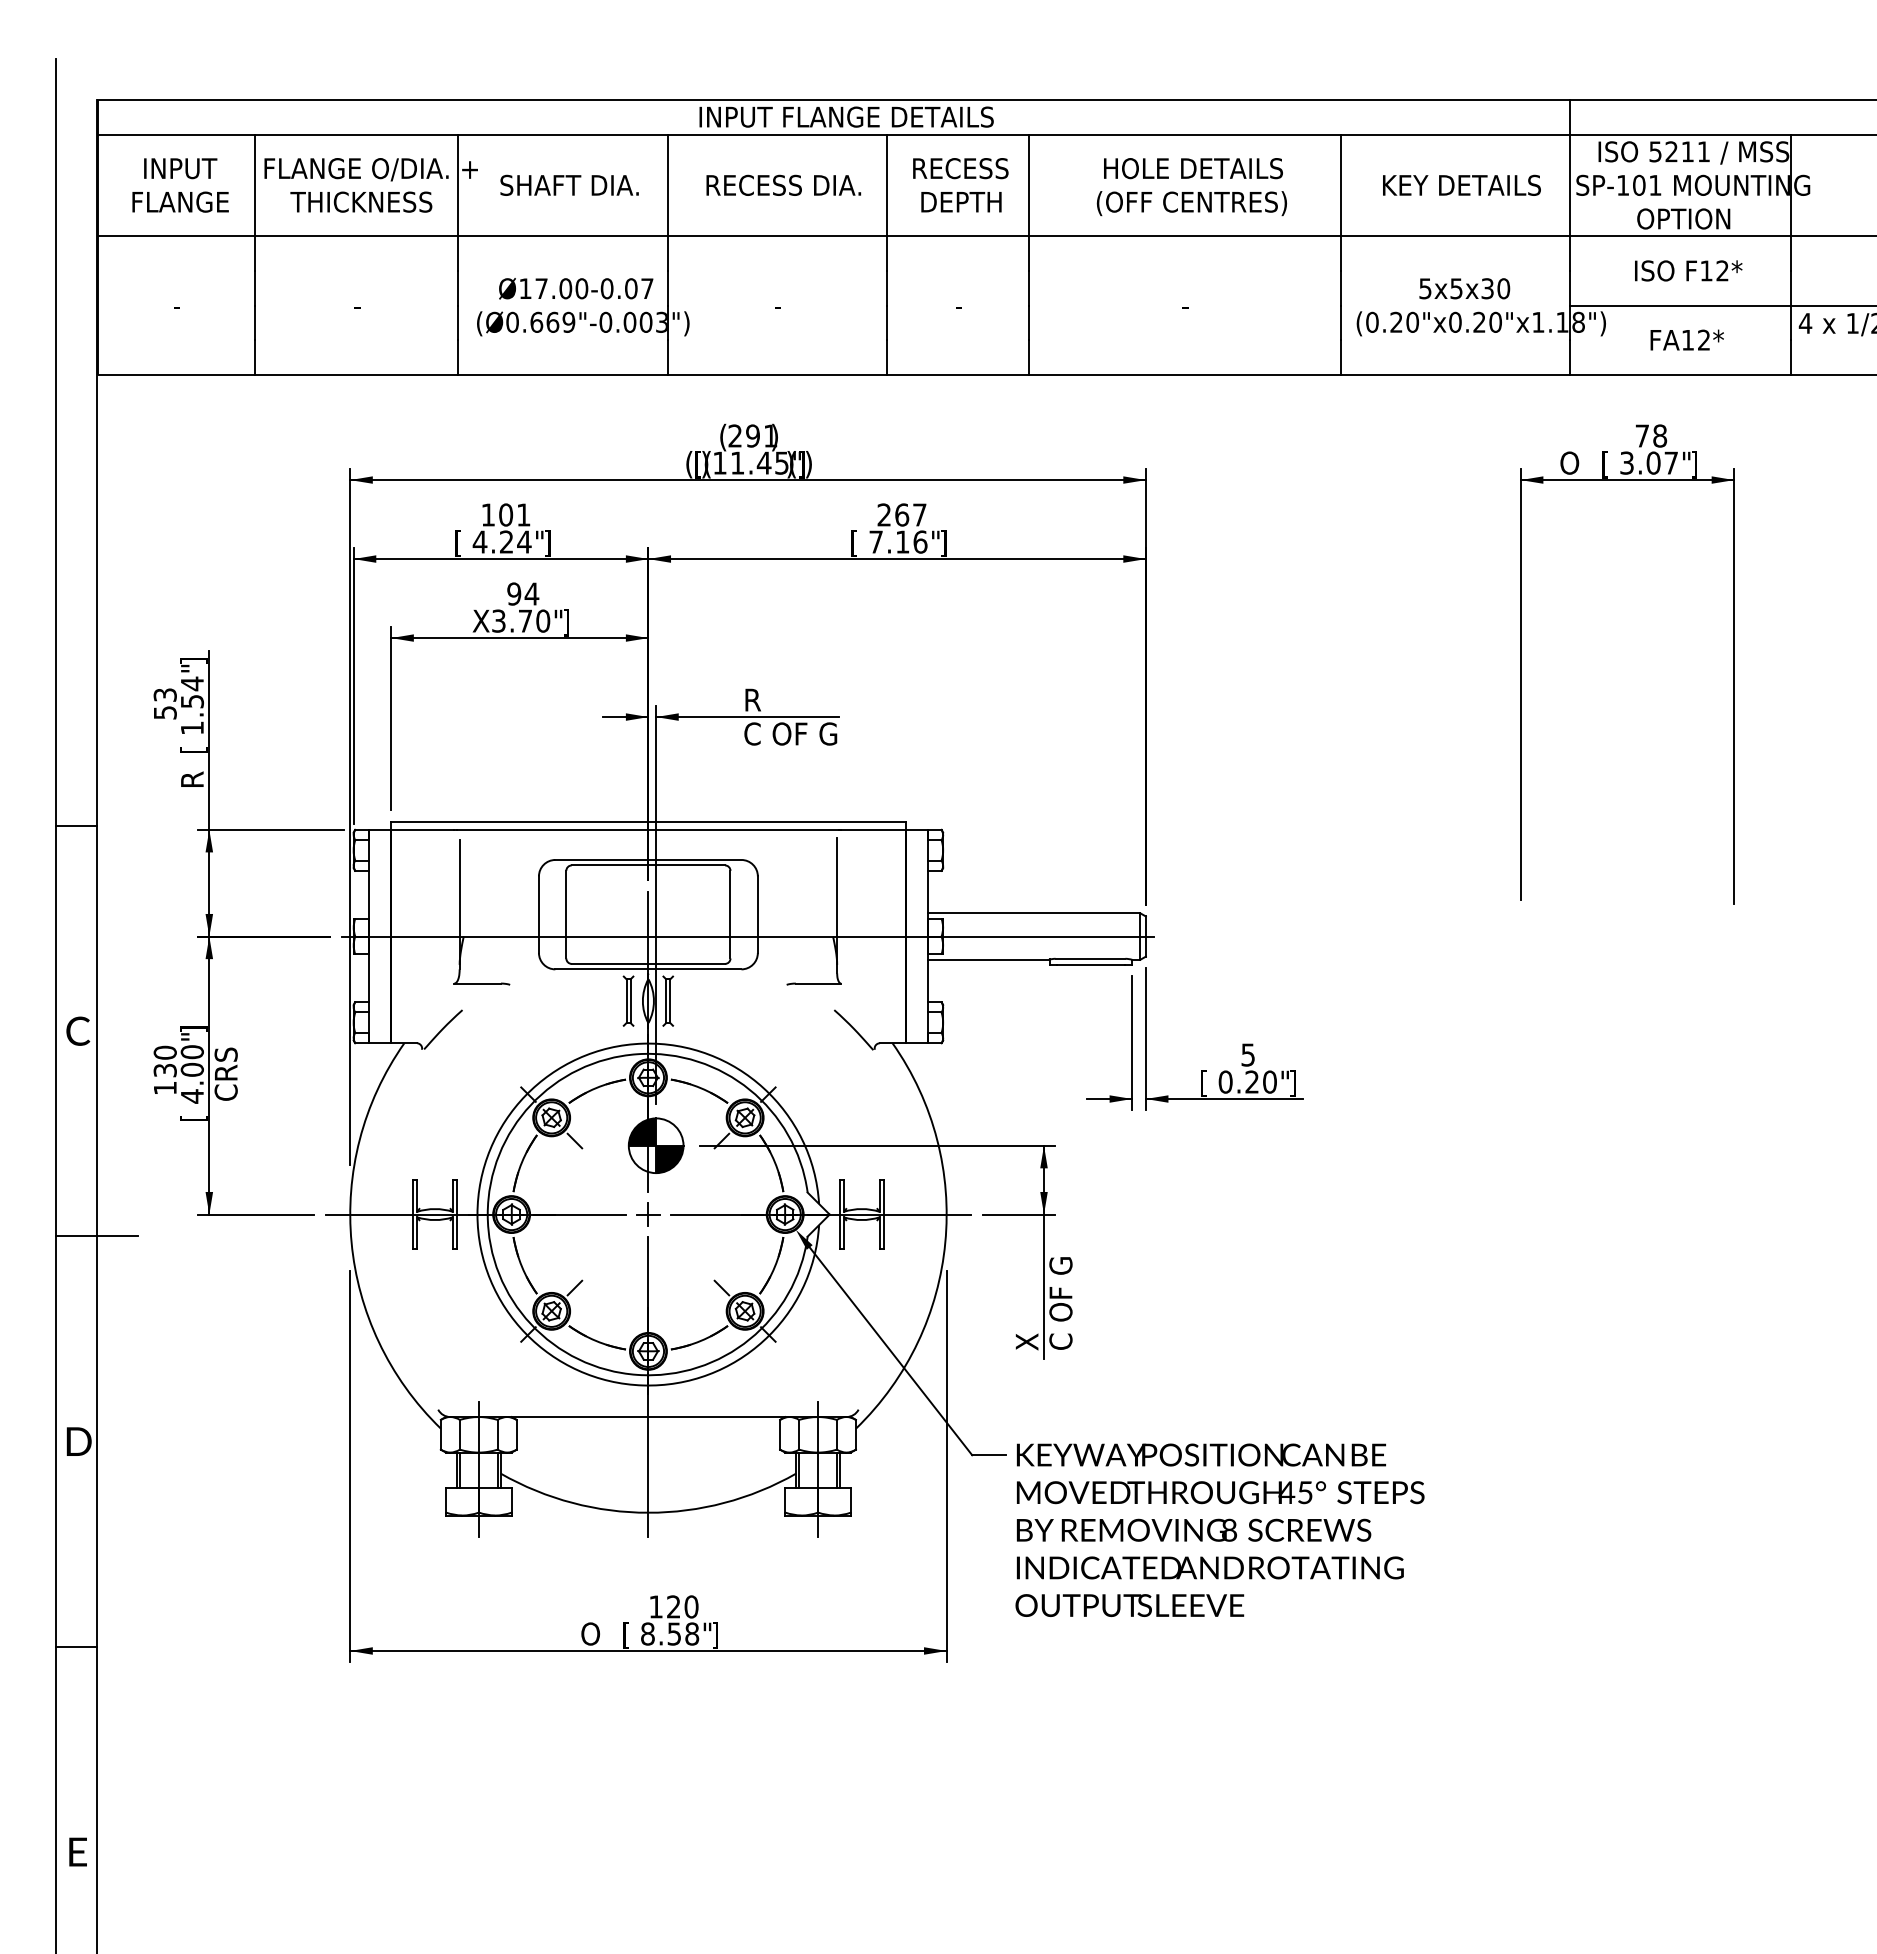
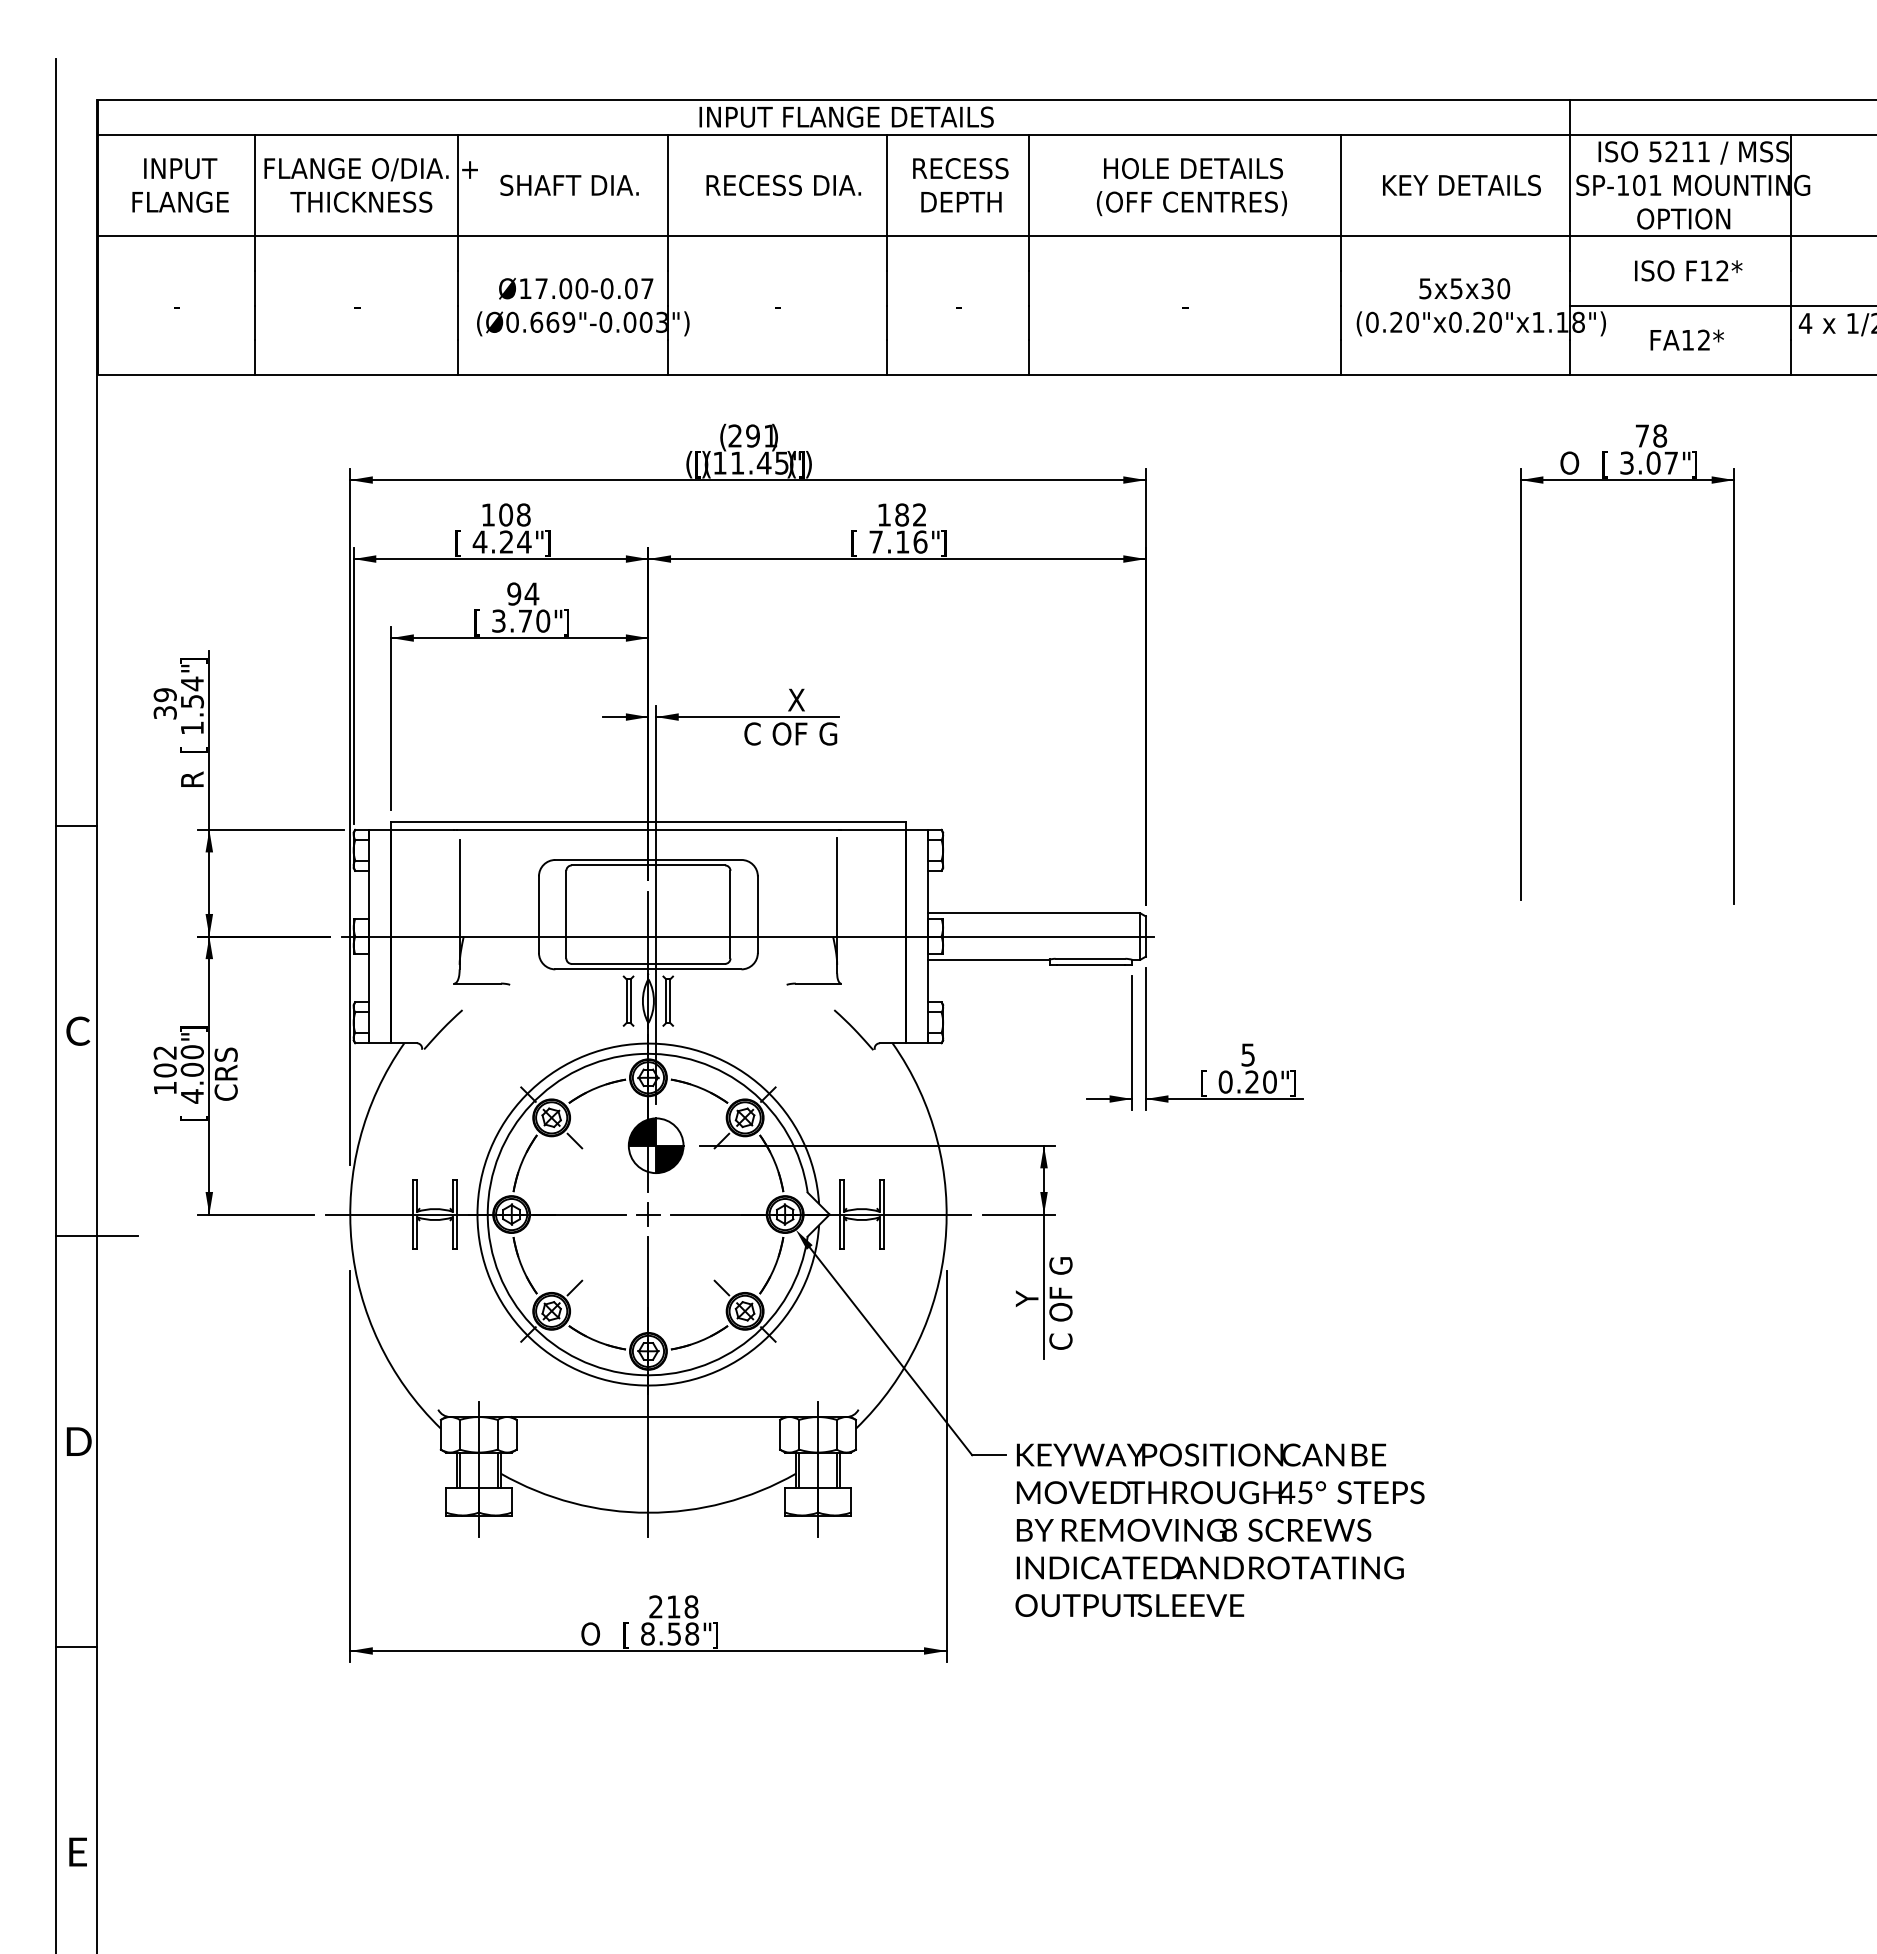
text at (523, 514): 101 -> 108
text at (901, 514): 267 -> 182
text at (480, 622): X -> [
text at (774, 699): R -> X
text at (164, 703): 53 -> 39
text at (164, 1061): 130 -> 102
text at (1026, 1320): X -> Y
text at (673, 1606): 120 -> 218
